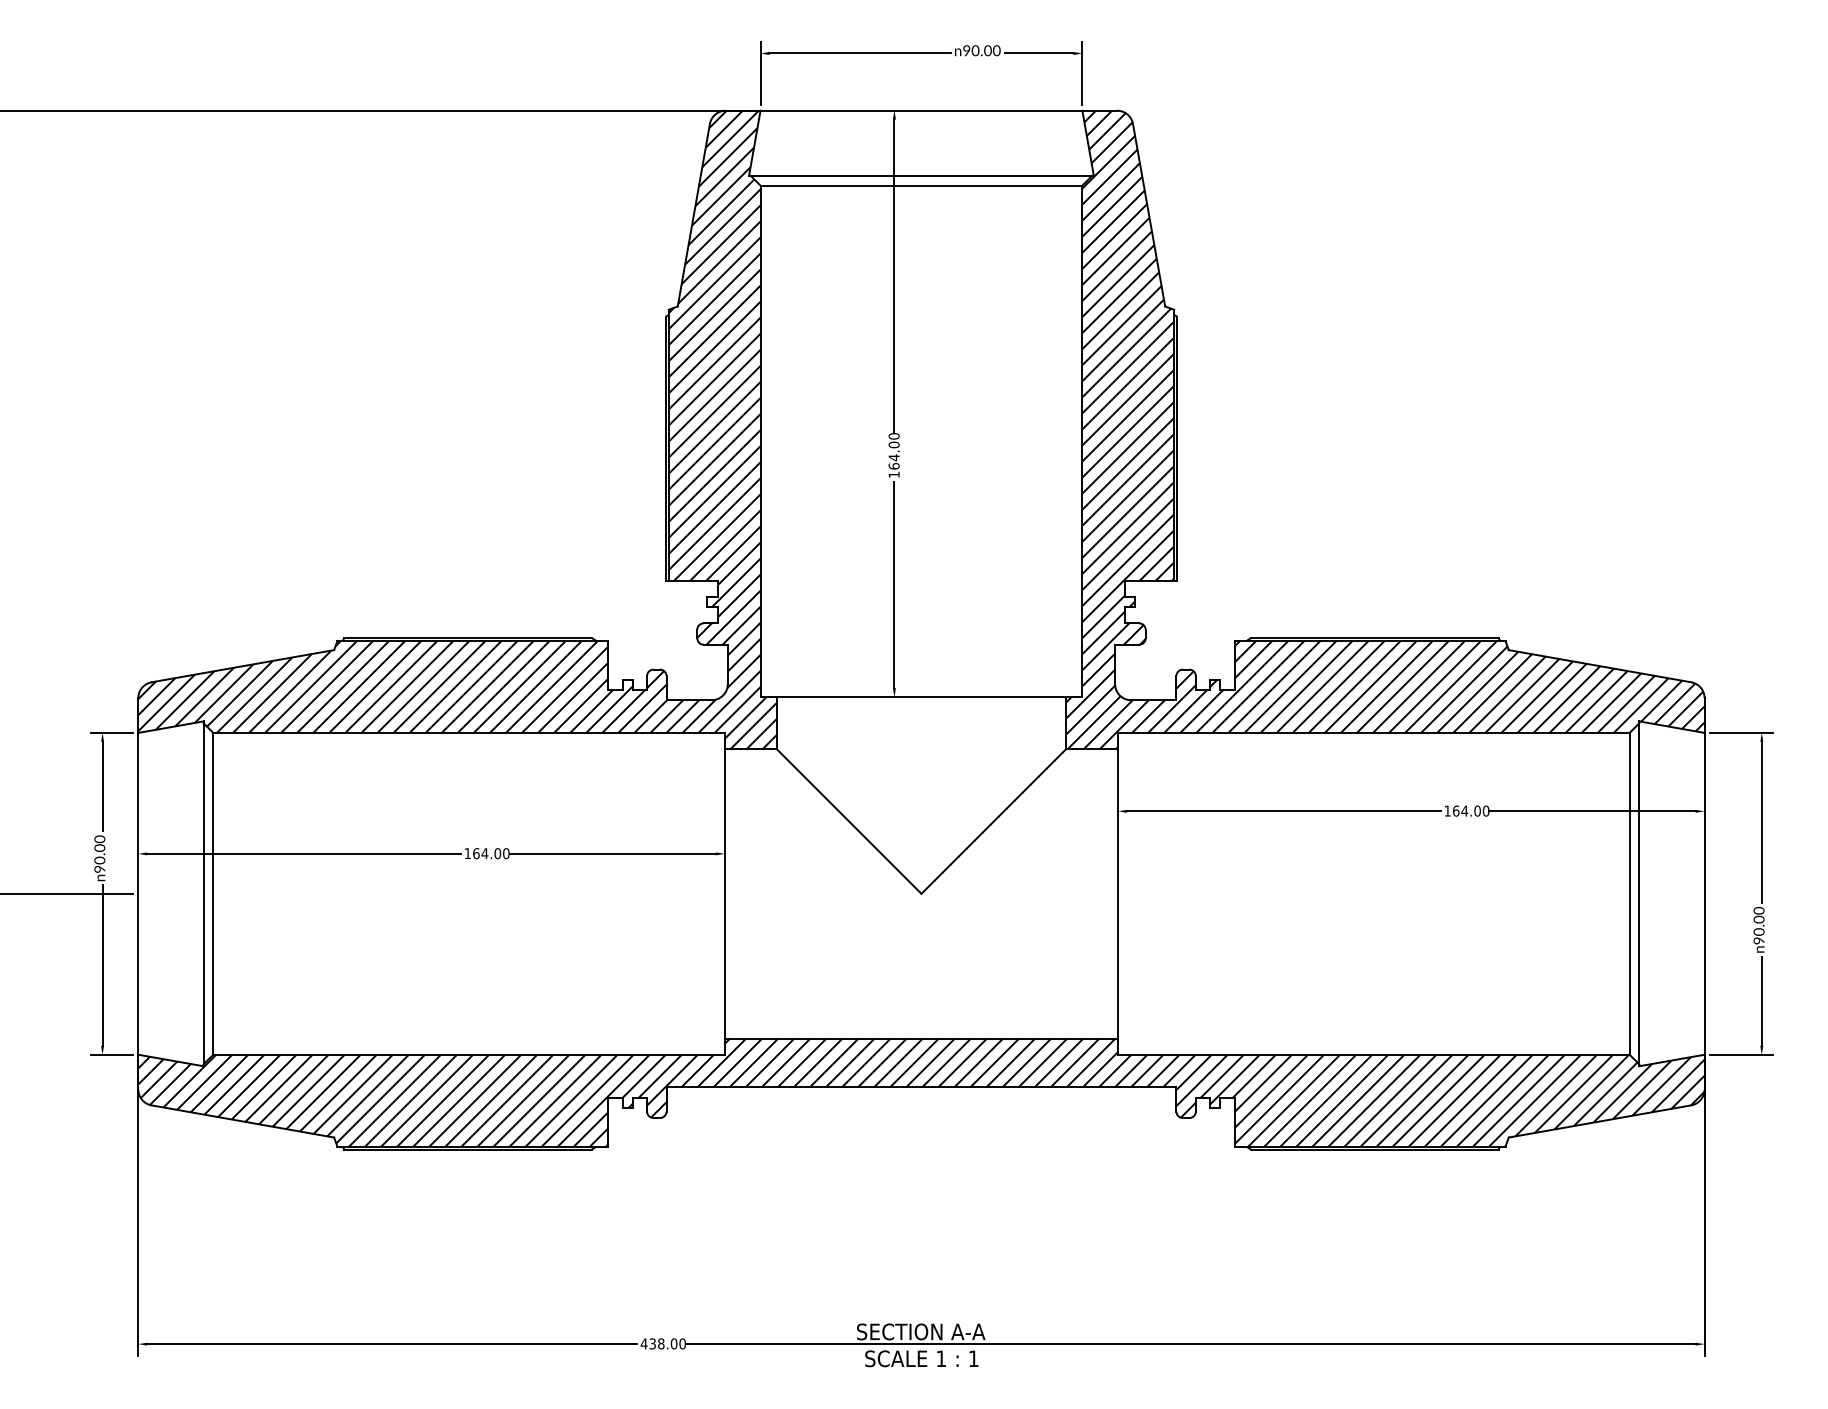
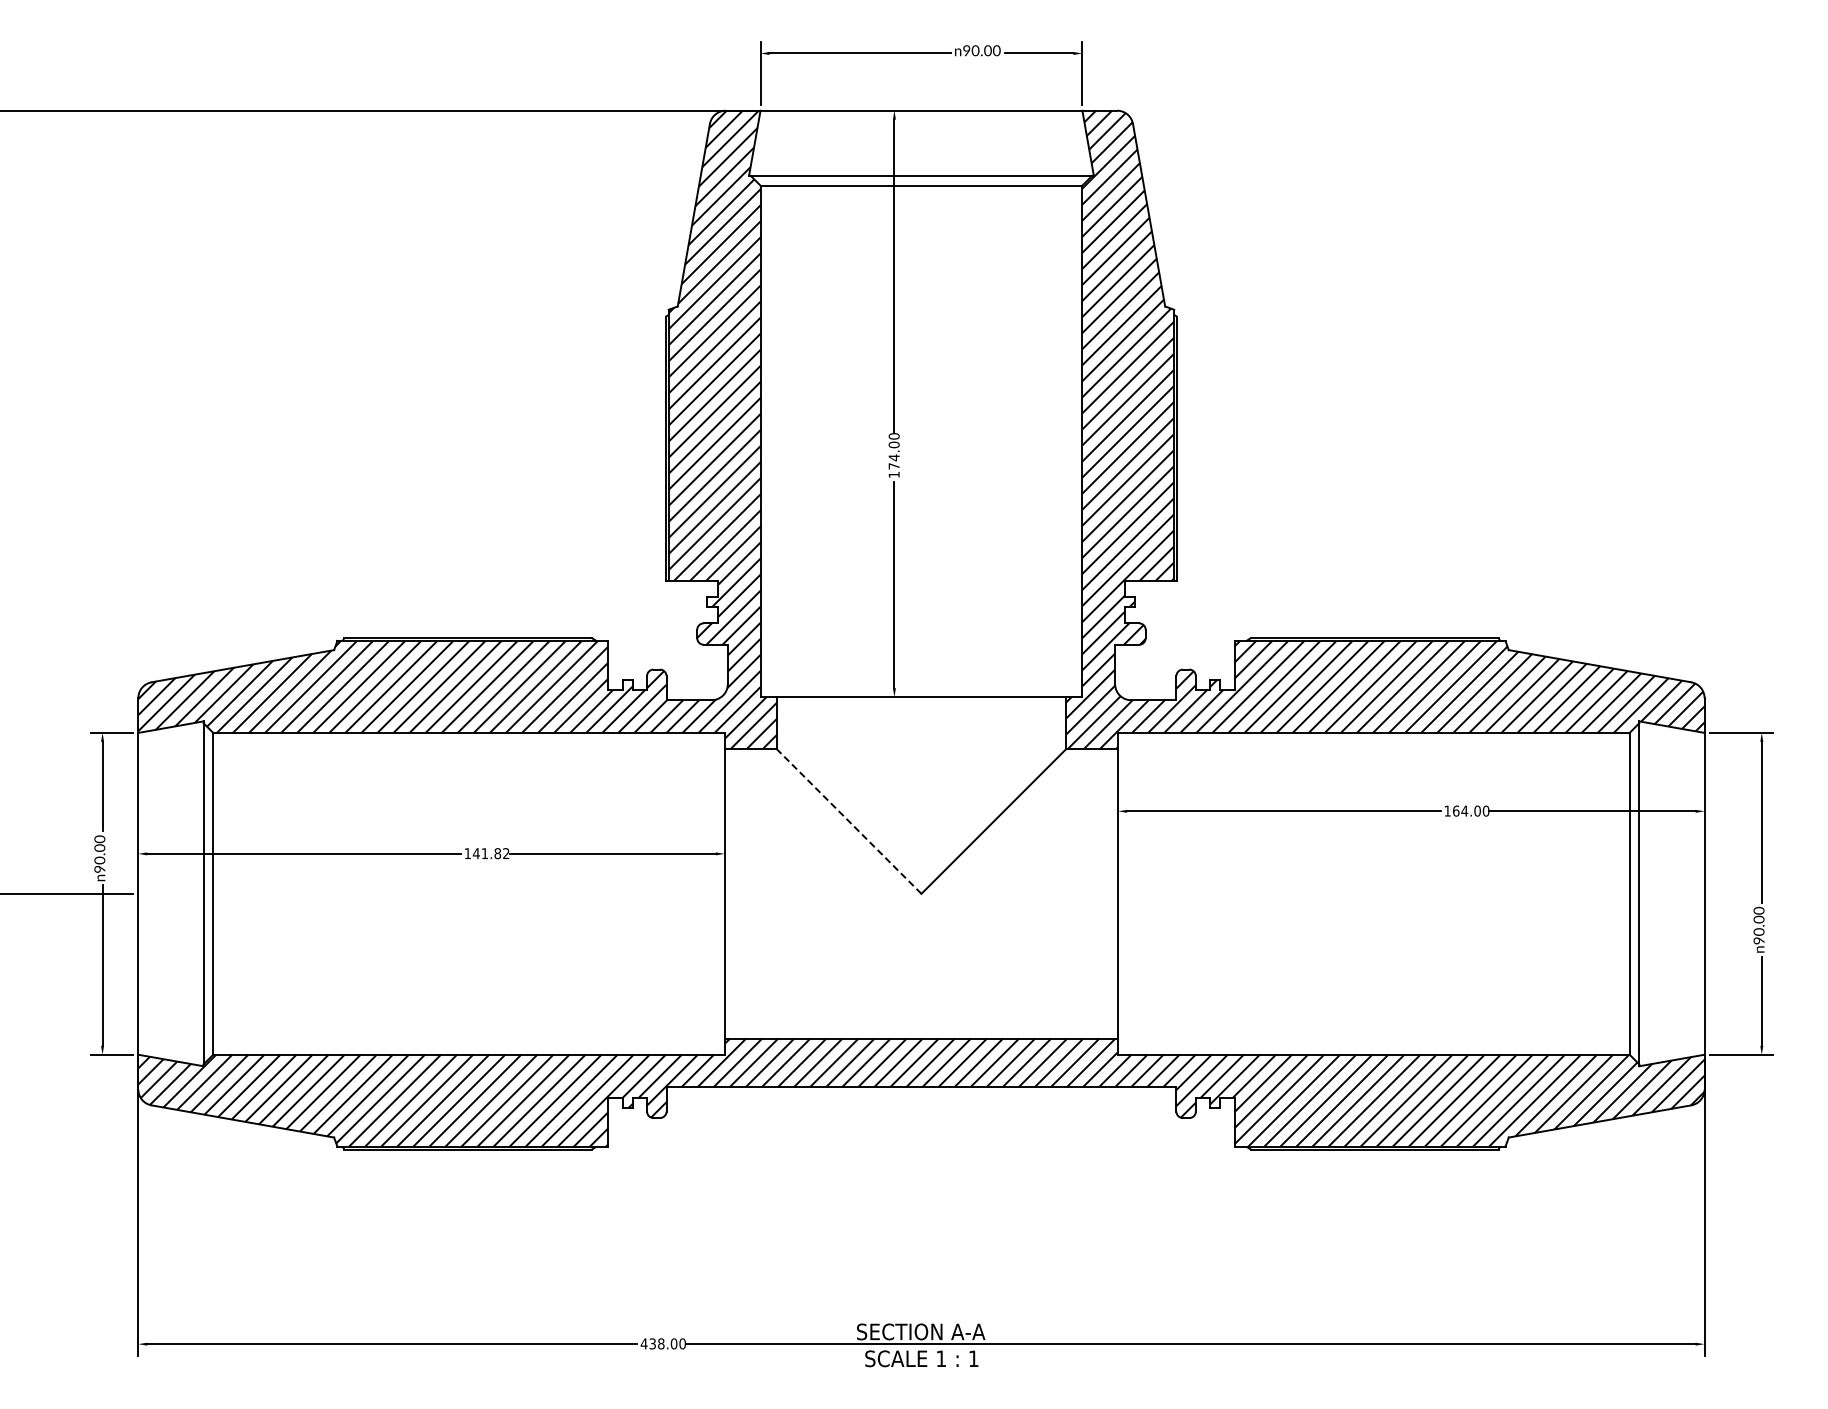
text at (893, 466): 164.00 -> 174.00
line at (848, 821): solid -> dashed
text at (490, 853): 164.00 -> 141.82
